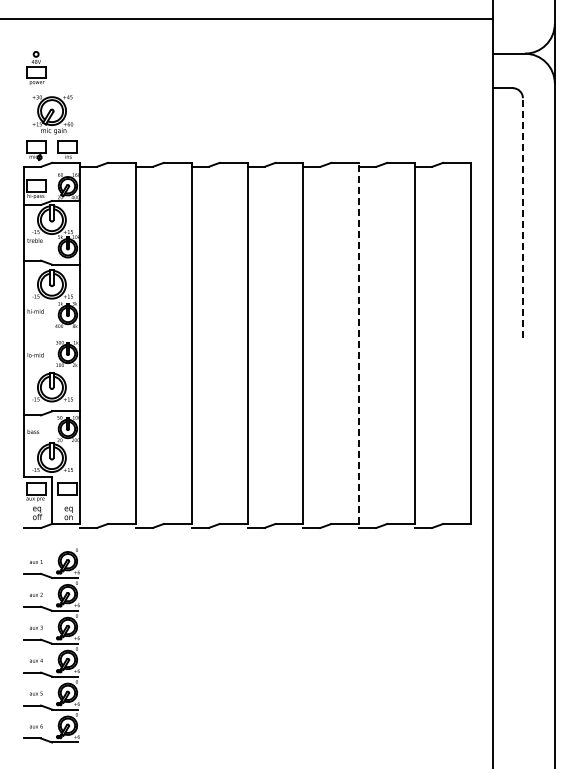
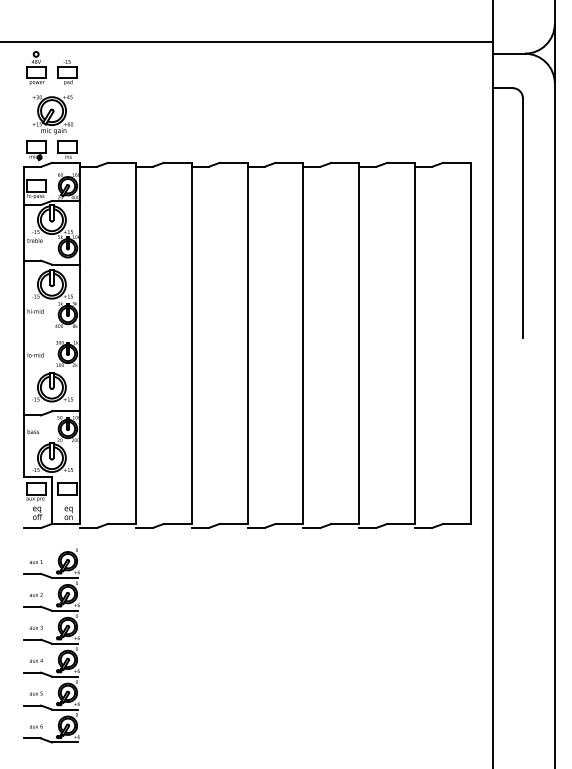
line at (247, 19) position: (247, 19) -> (247, 42)
part at (67, 72): none -> present
line at (522, 218): dashed -> solid
line at (359, 343): dashed -> solid
